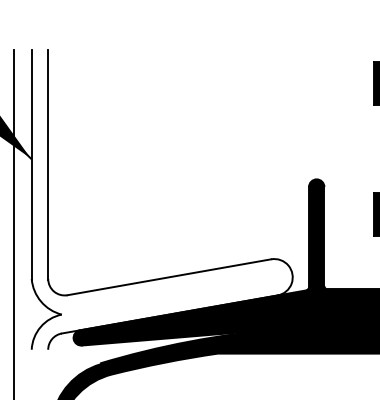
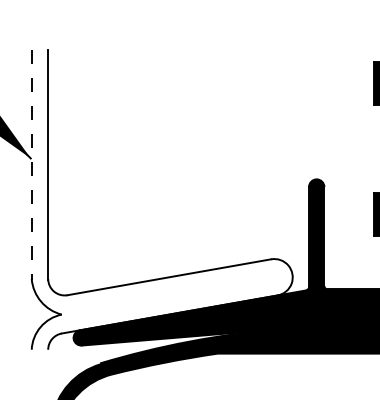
line at (31, 164): solid -> dashed
line at (13, 223): present -> none
